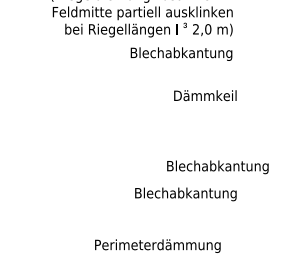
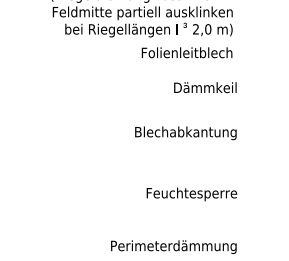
text at (181, 53): Blechabkantung -> Folienleitblech
text at (205, 95) position: (205, 95) -> (205, 87)
text at (217, 167) position: (217, 167) -> (185, 133)
text at (186, 194): Blechabkantung -> Feuchtesperre
text at (157, 245) position: (157, 245) -> (173, 246)
